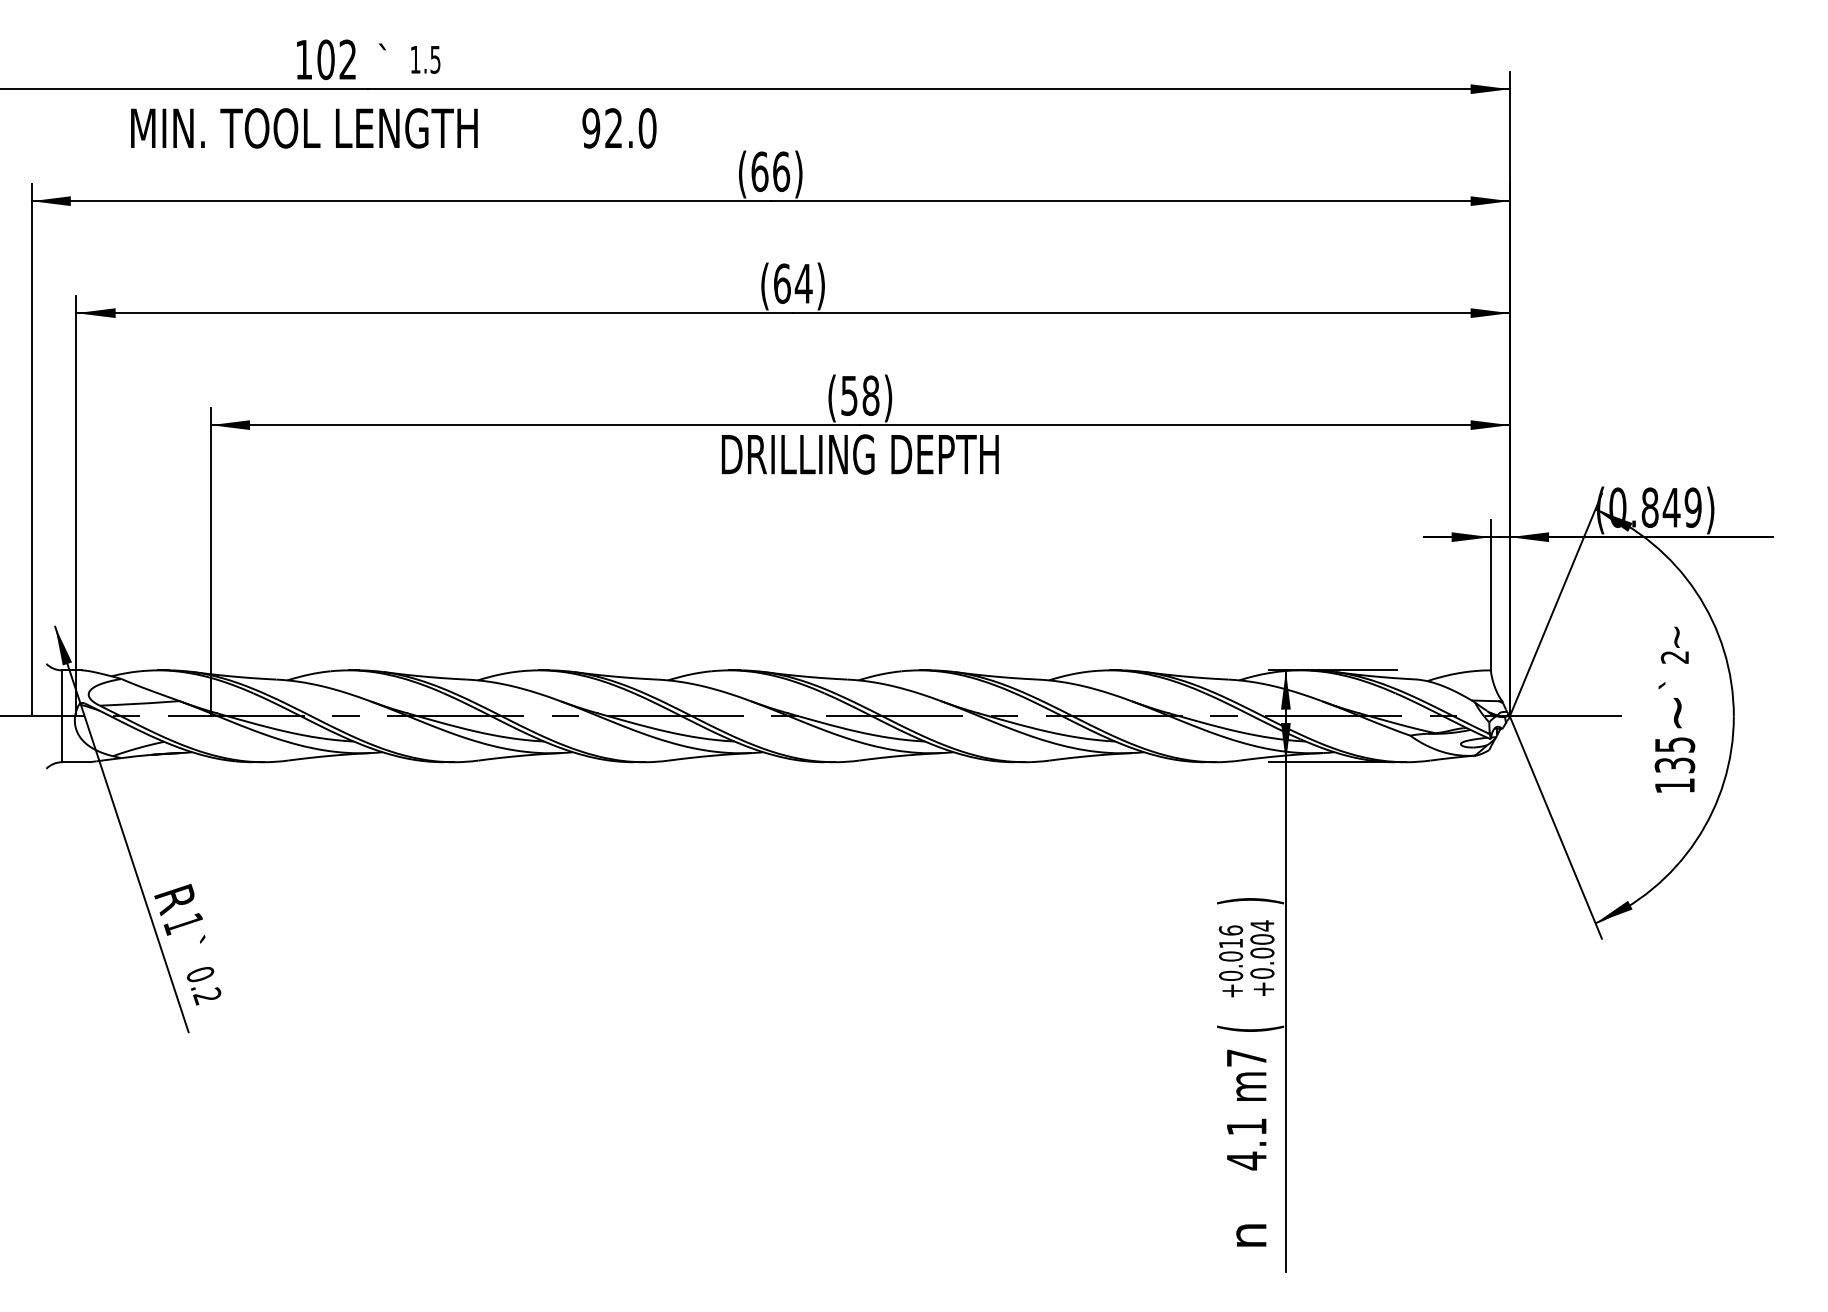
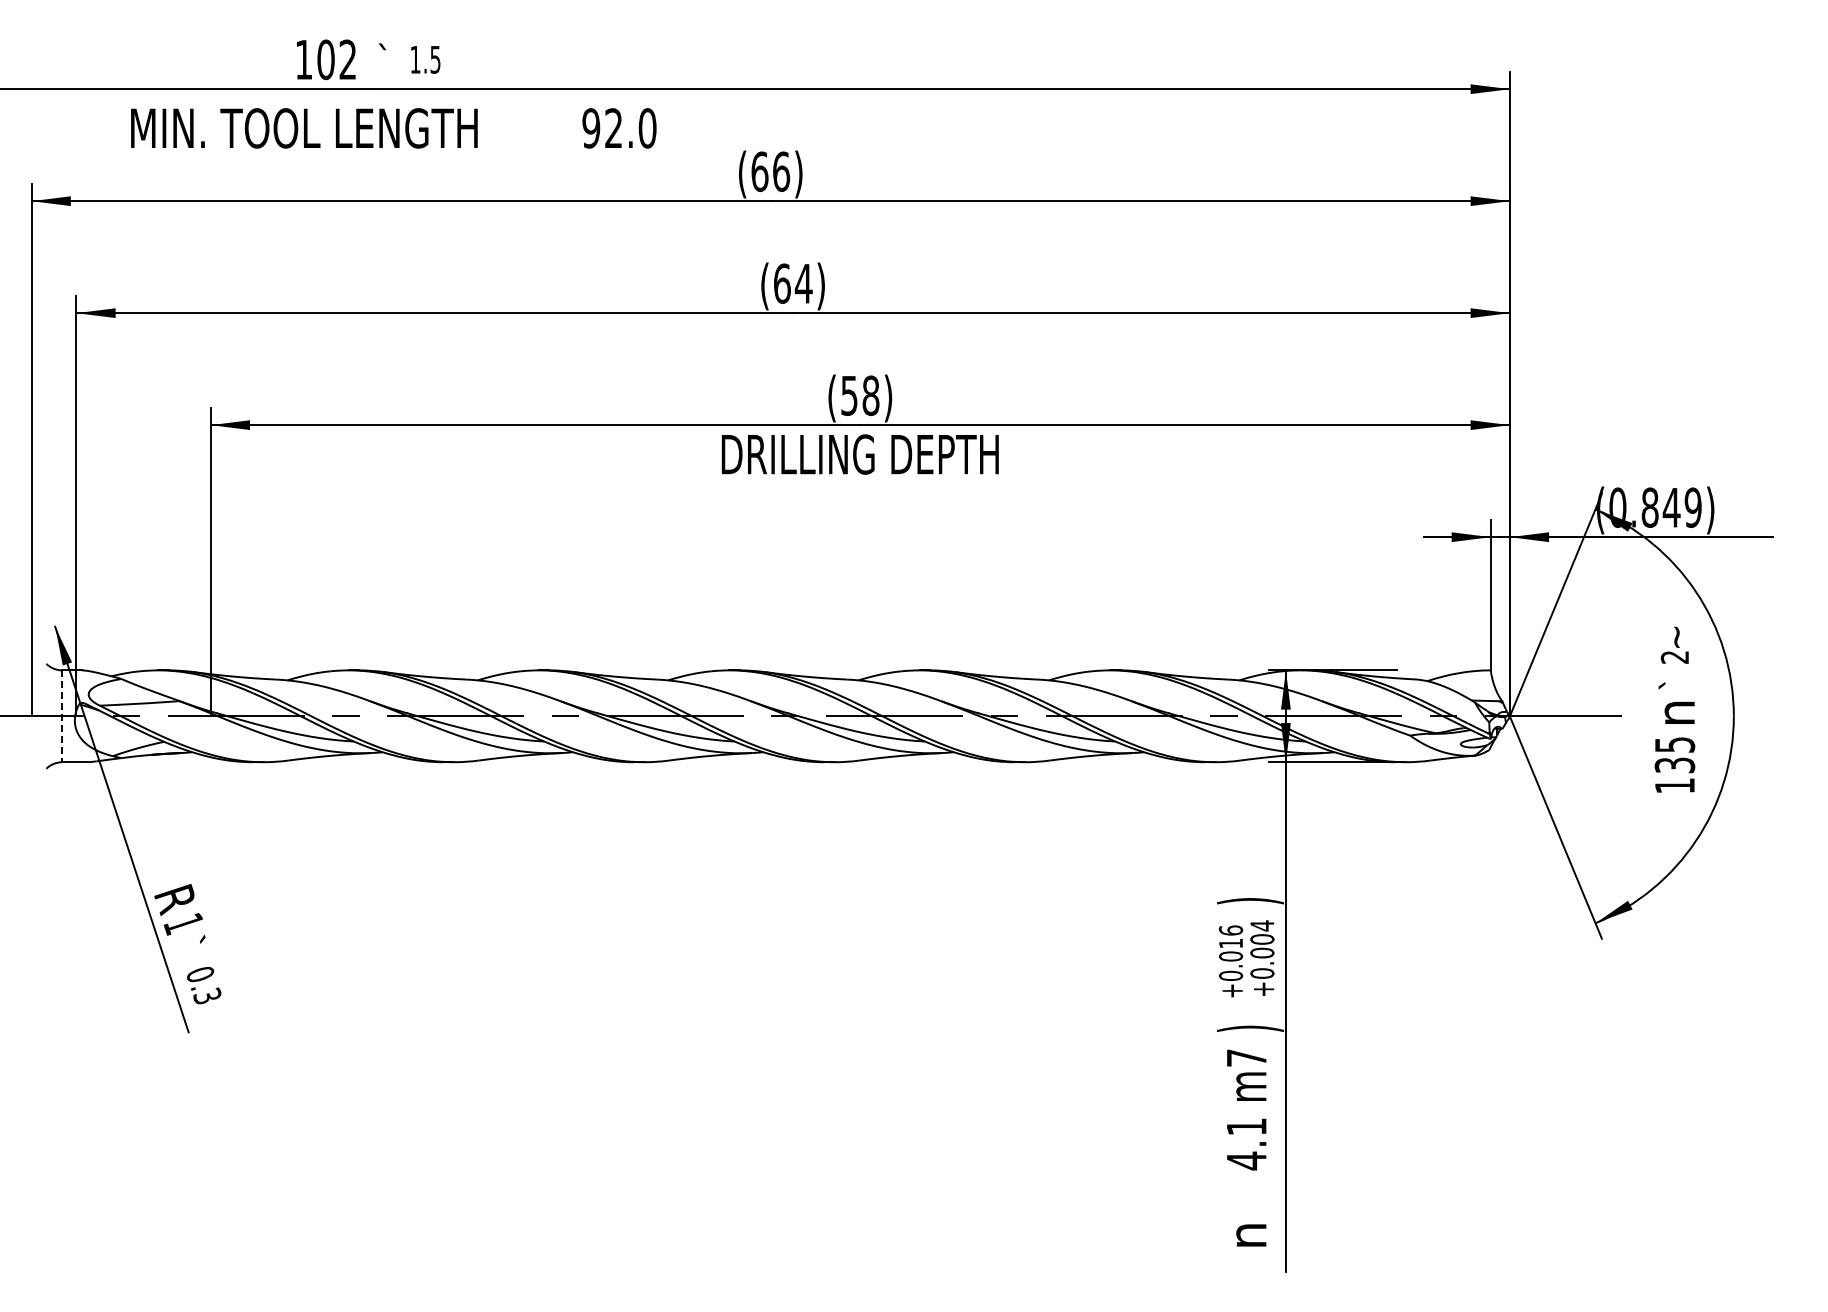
text at (1679, 713): ~ -> n
line at (62, 716): solid -> dashed
text at (207, 996): 0.2 -> 0.3
text at (1250, 1028): ( -> )
